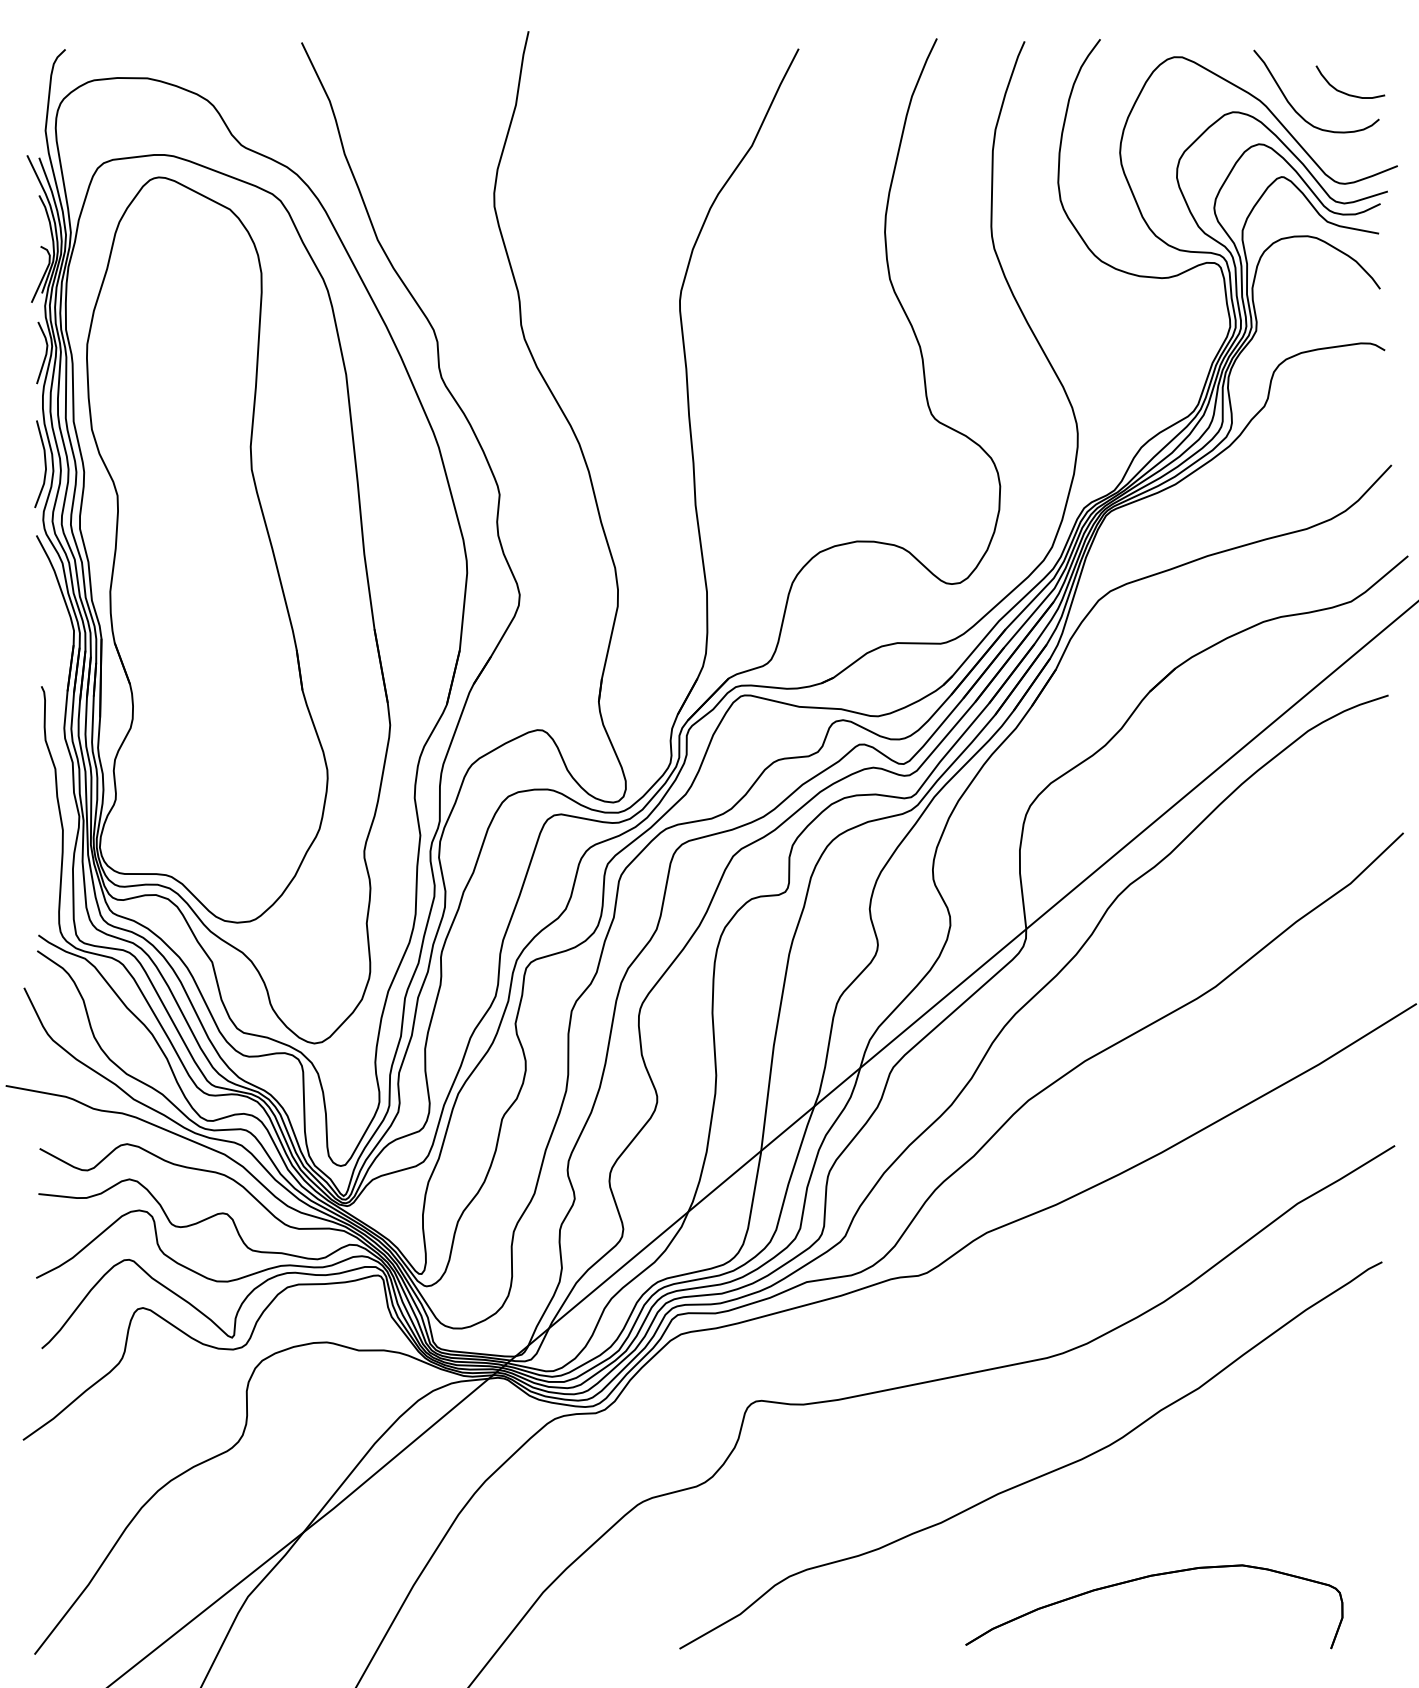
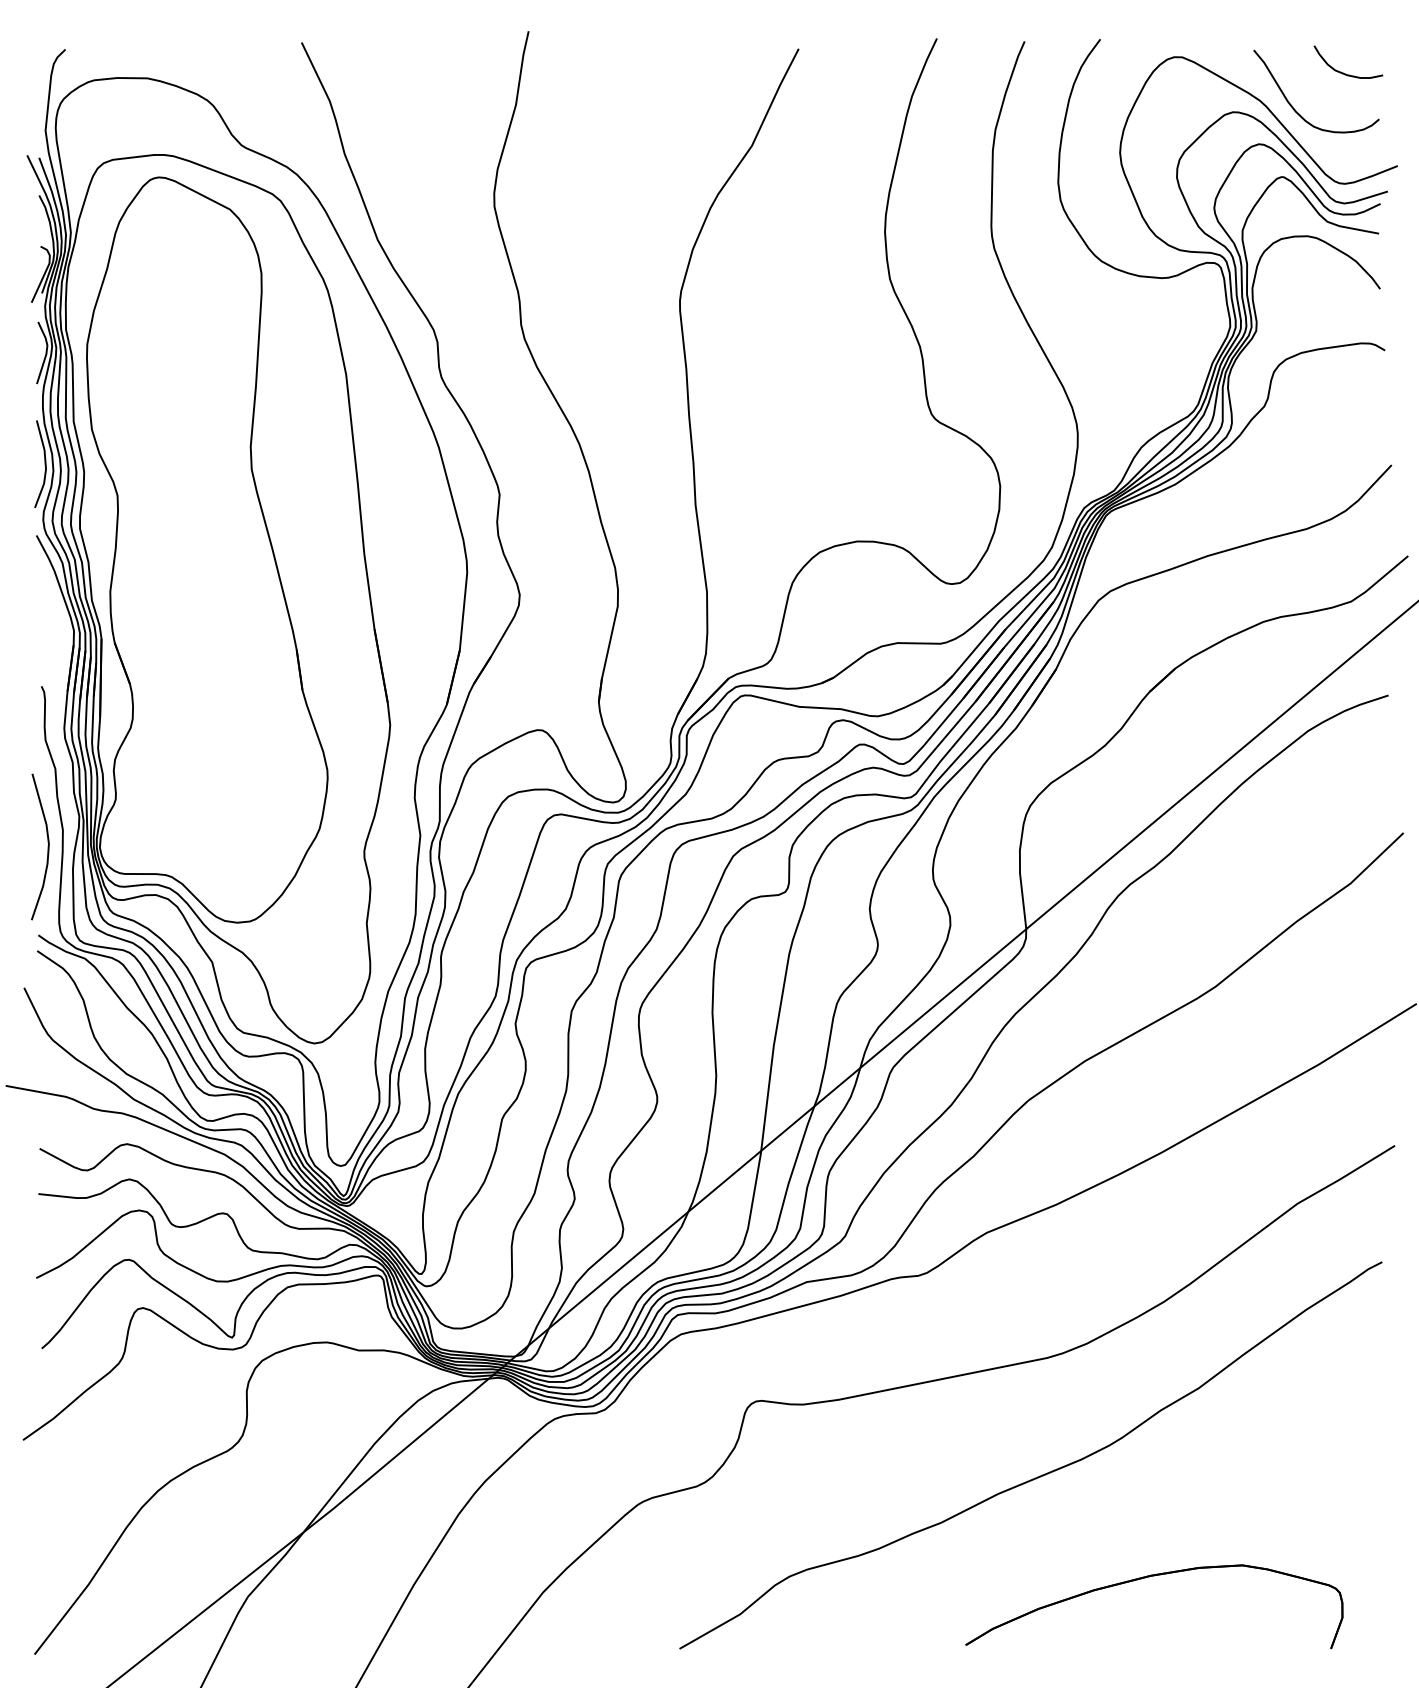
curve at (1345, 92) position: (1345, 92) -> (1343, 72)
curve at (47, 846): none -> present
